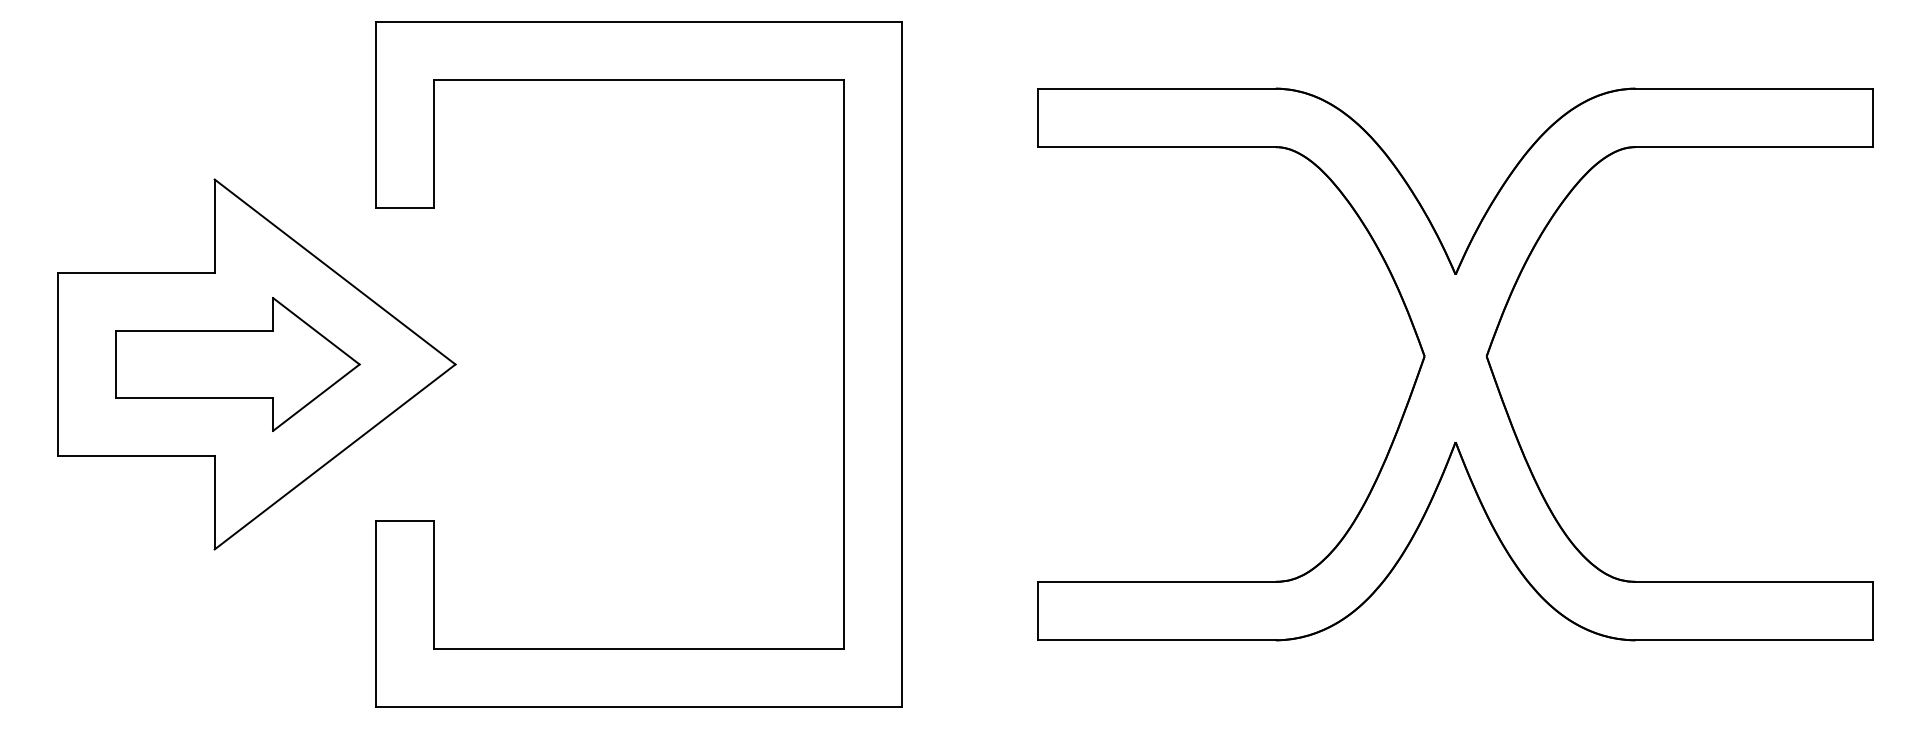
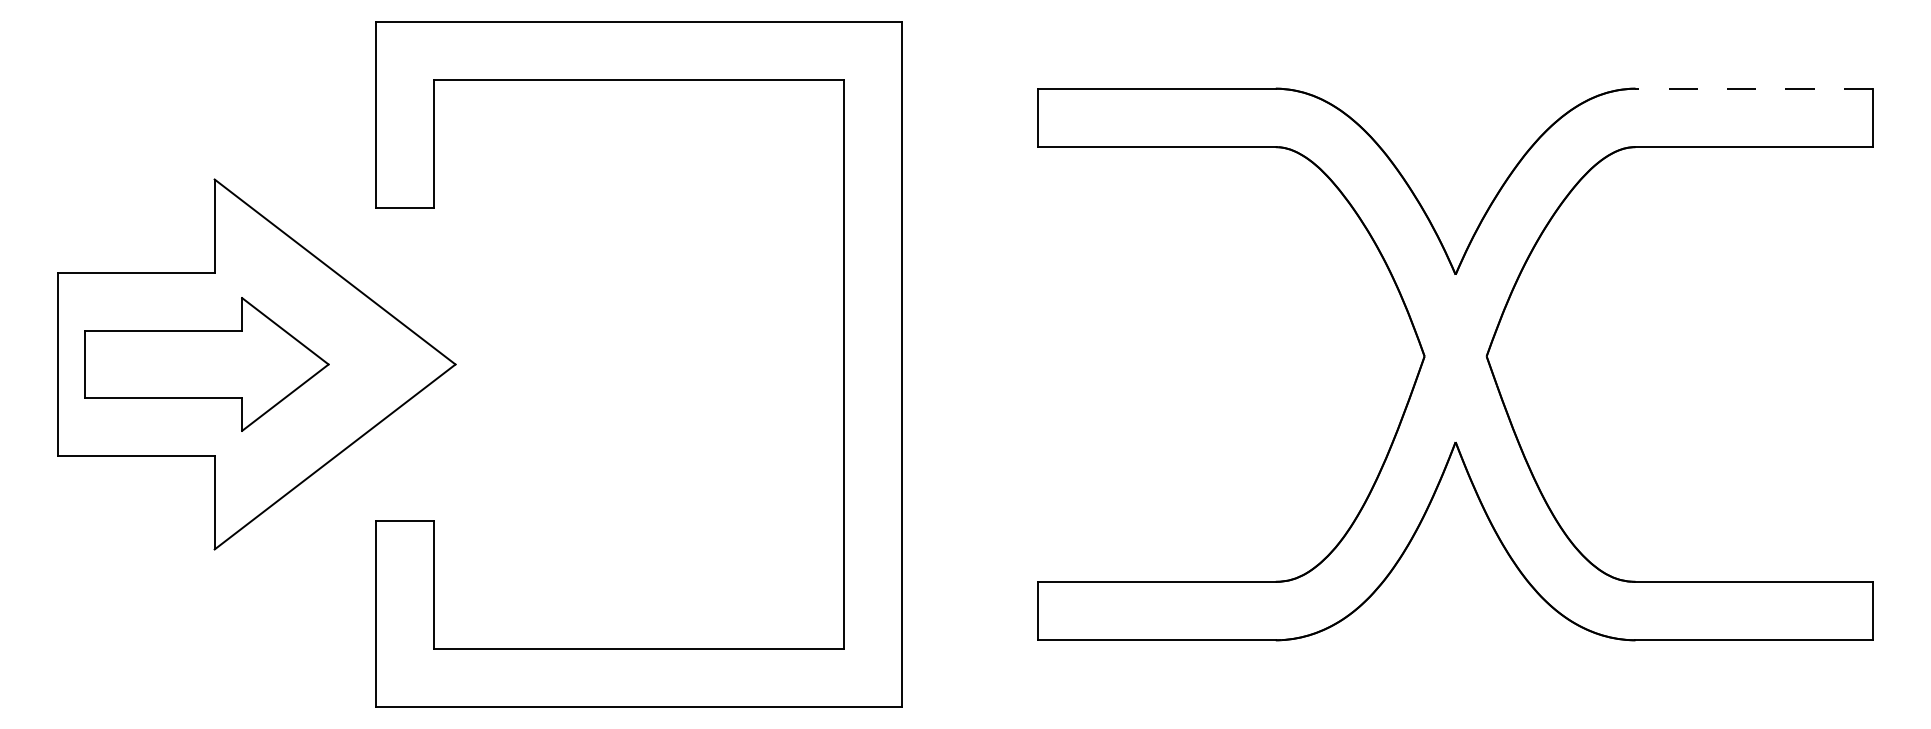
line at (1754, 88): solid -> dashed
part at (237, 364) position: (237, 364) -> (206, 364)
